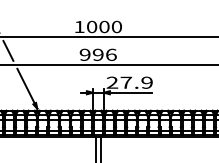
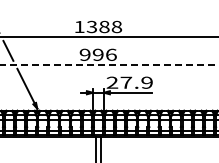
text at (104, 27): 1000 -> 1388
line at (109, 64): solid -> dashed
